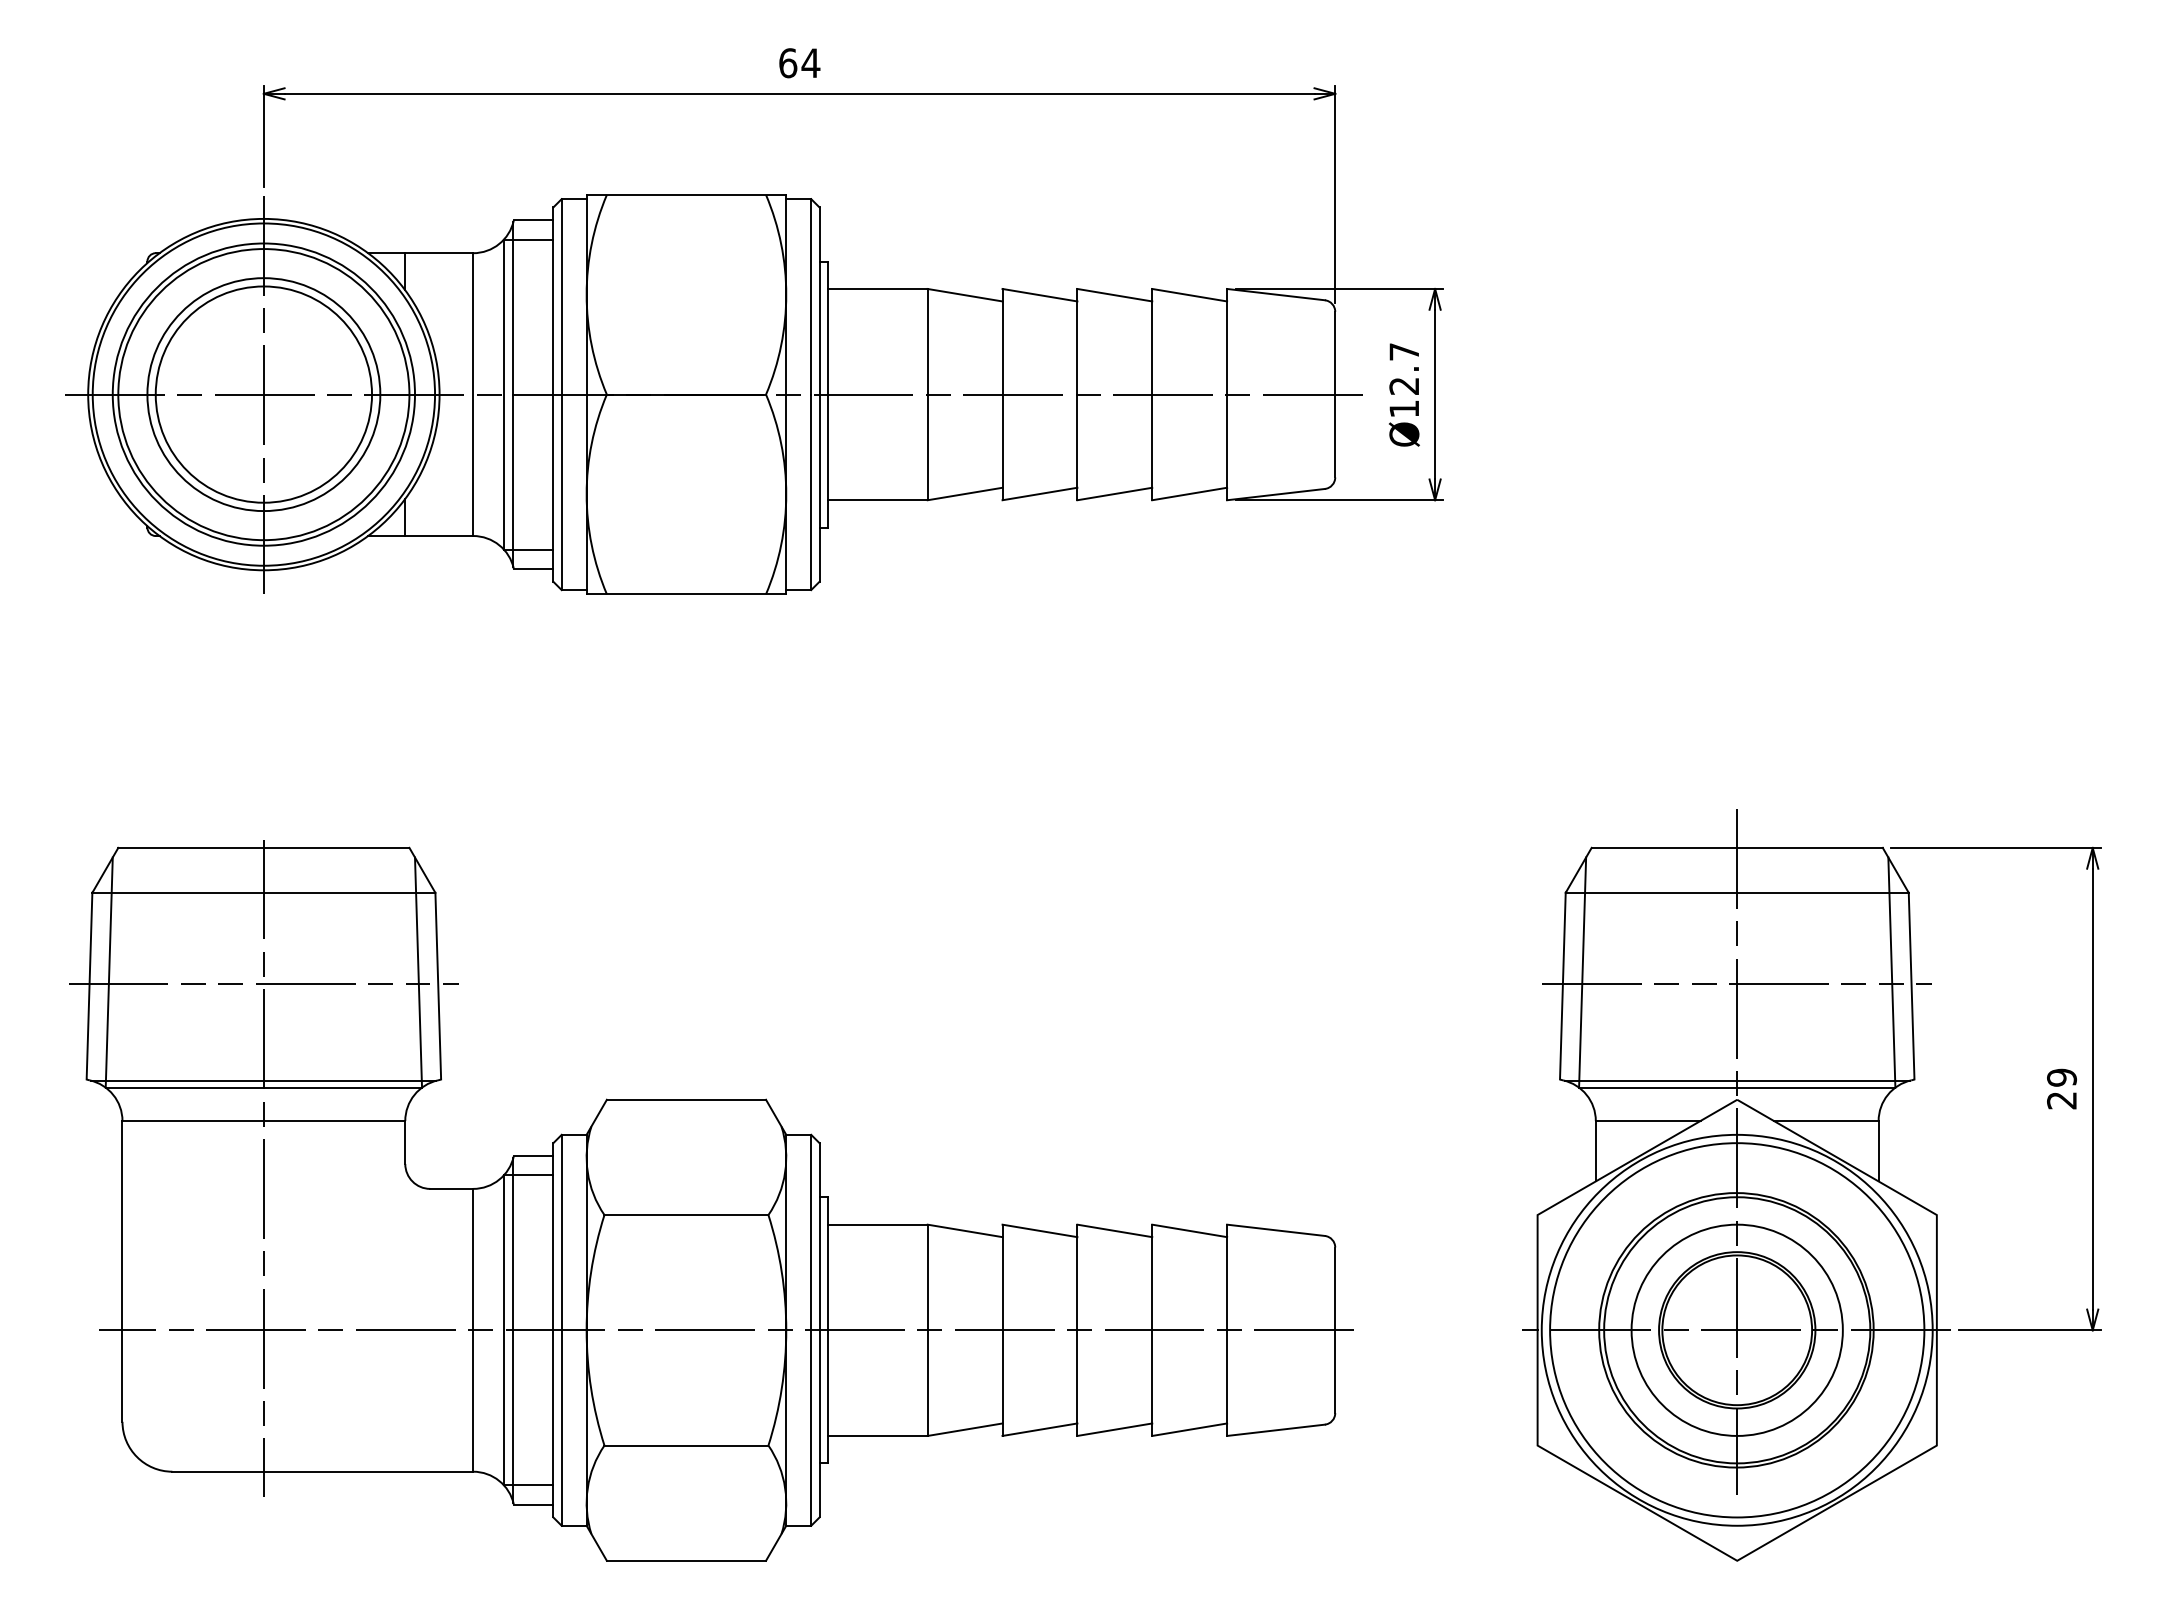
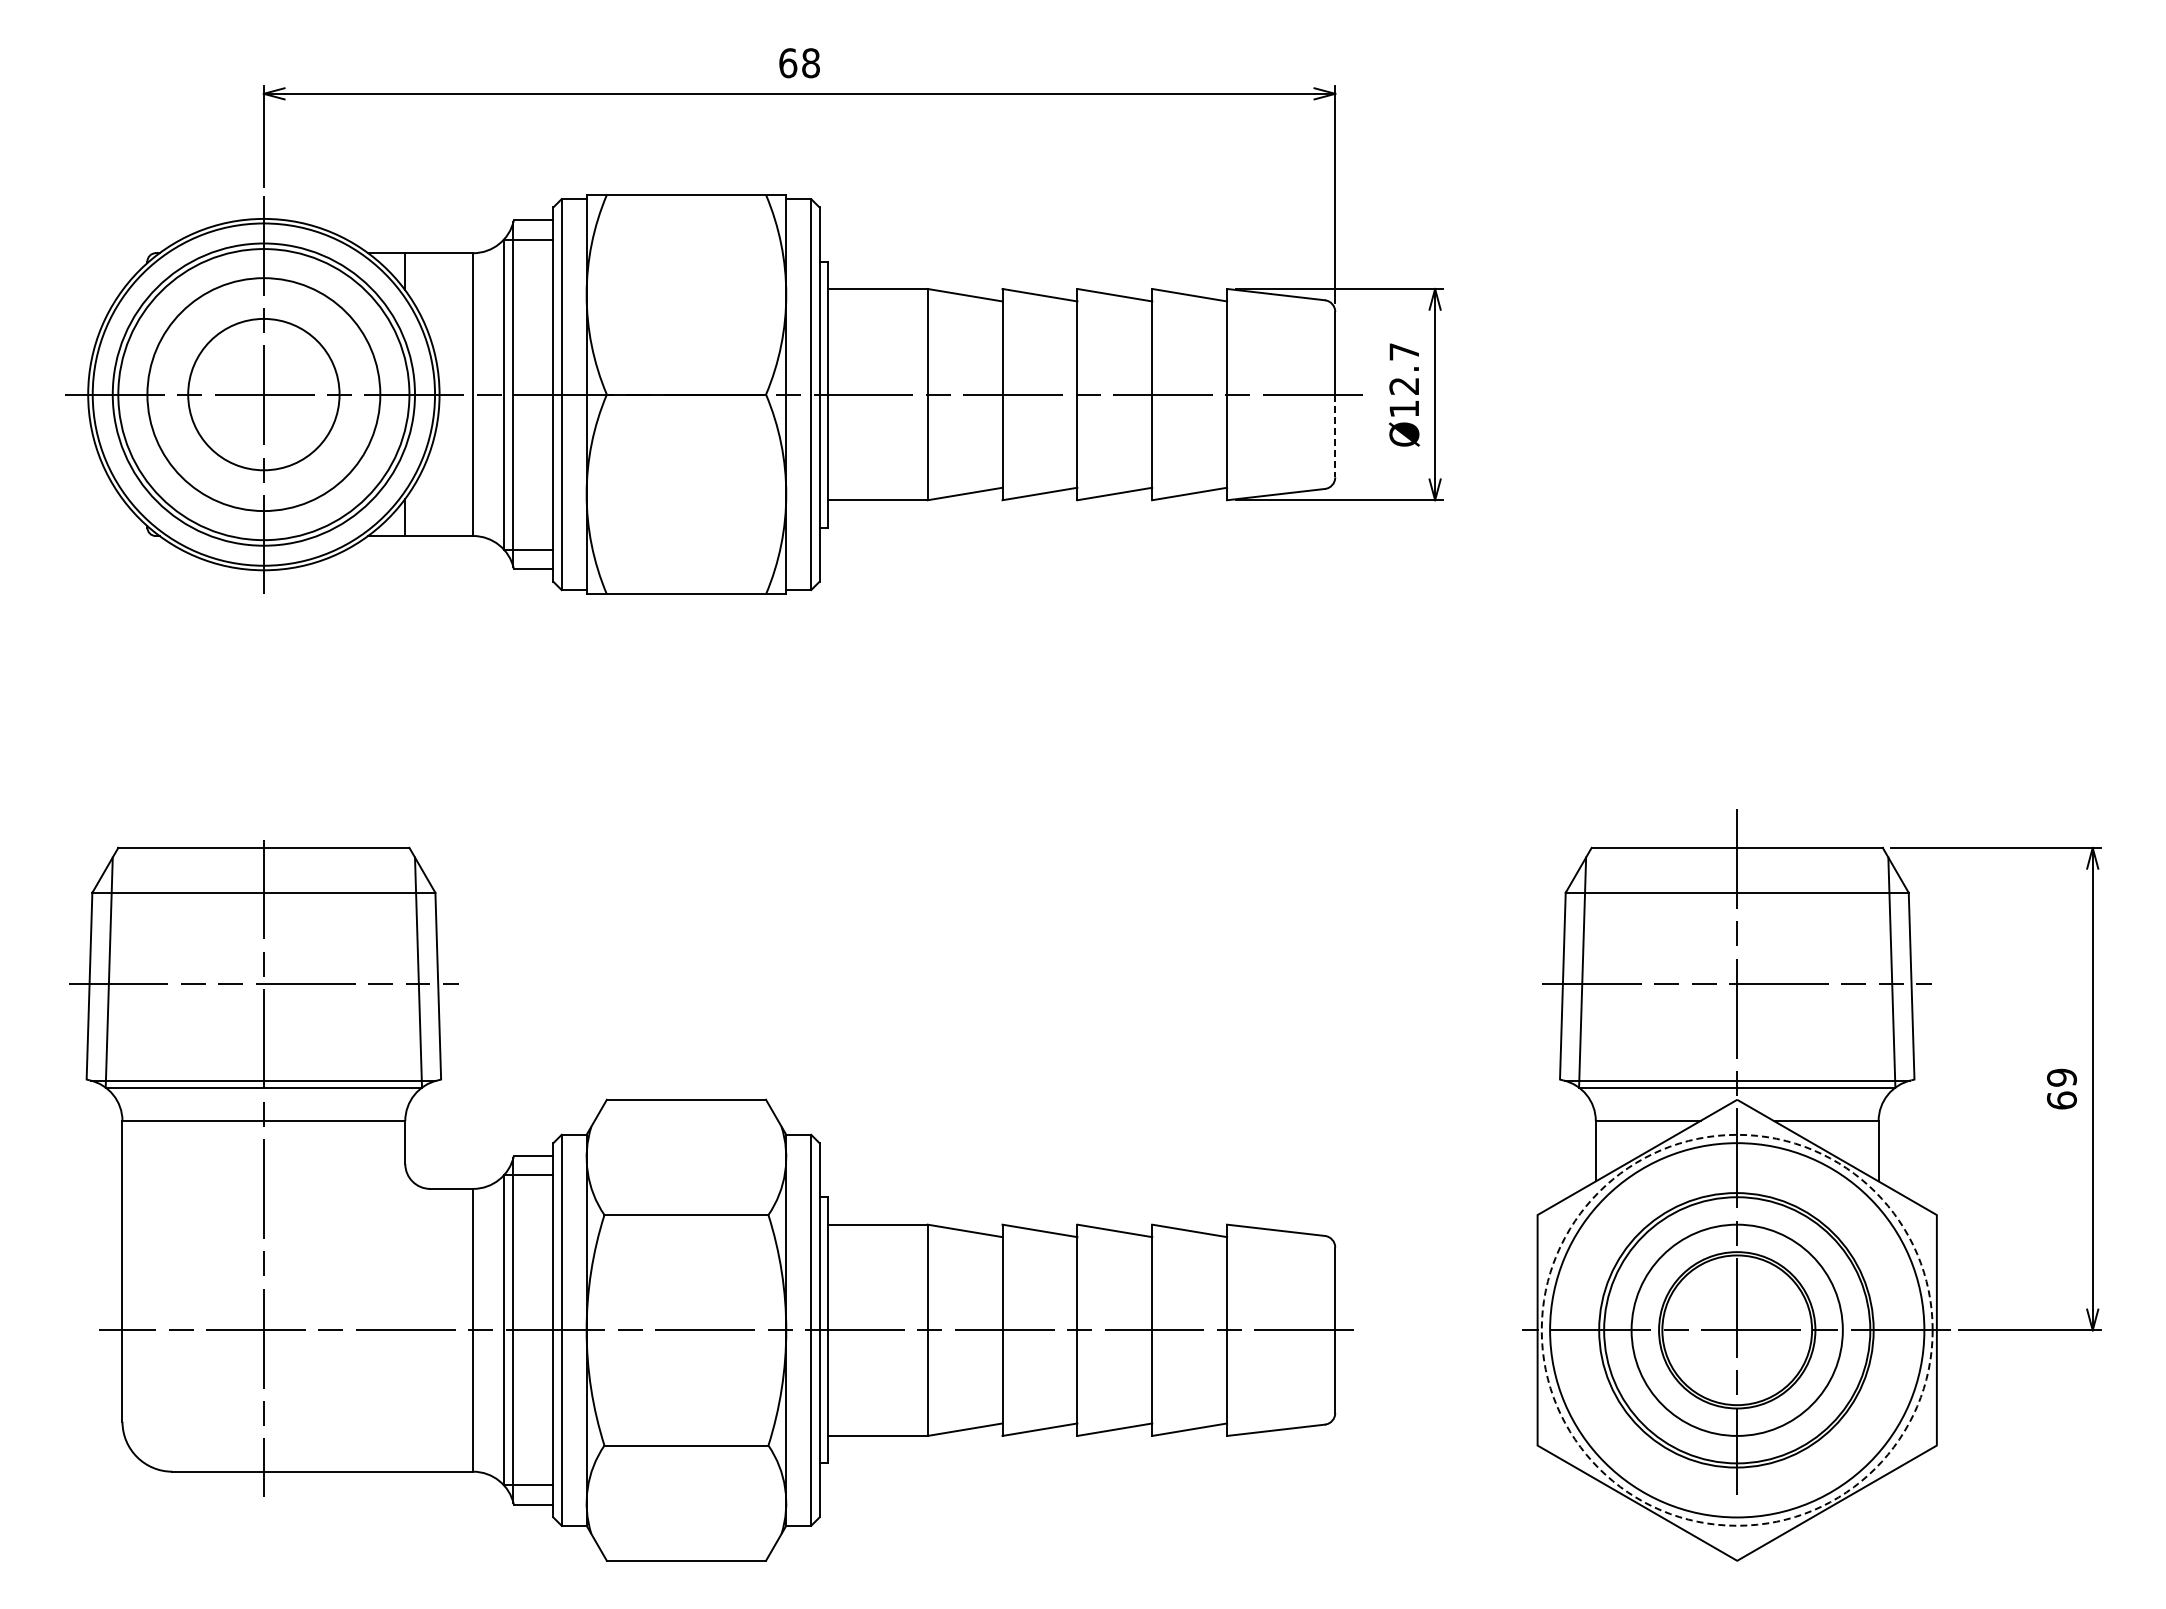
text at (810, 63): 64 -> 68
circle at (263, 394) diameter: 216 px -> 151 px
line at (1335, 436): solid -> dashed
text at (2061, 1100): 29 -> 69
circle at (1736, 1329): solid -> dashed
